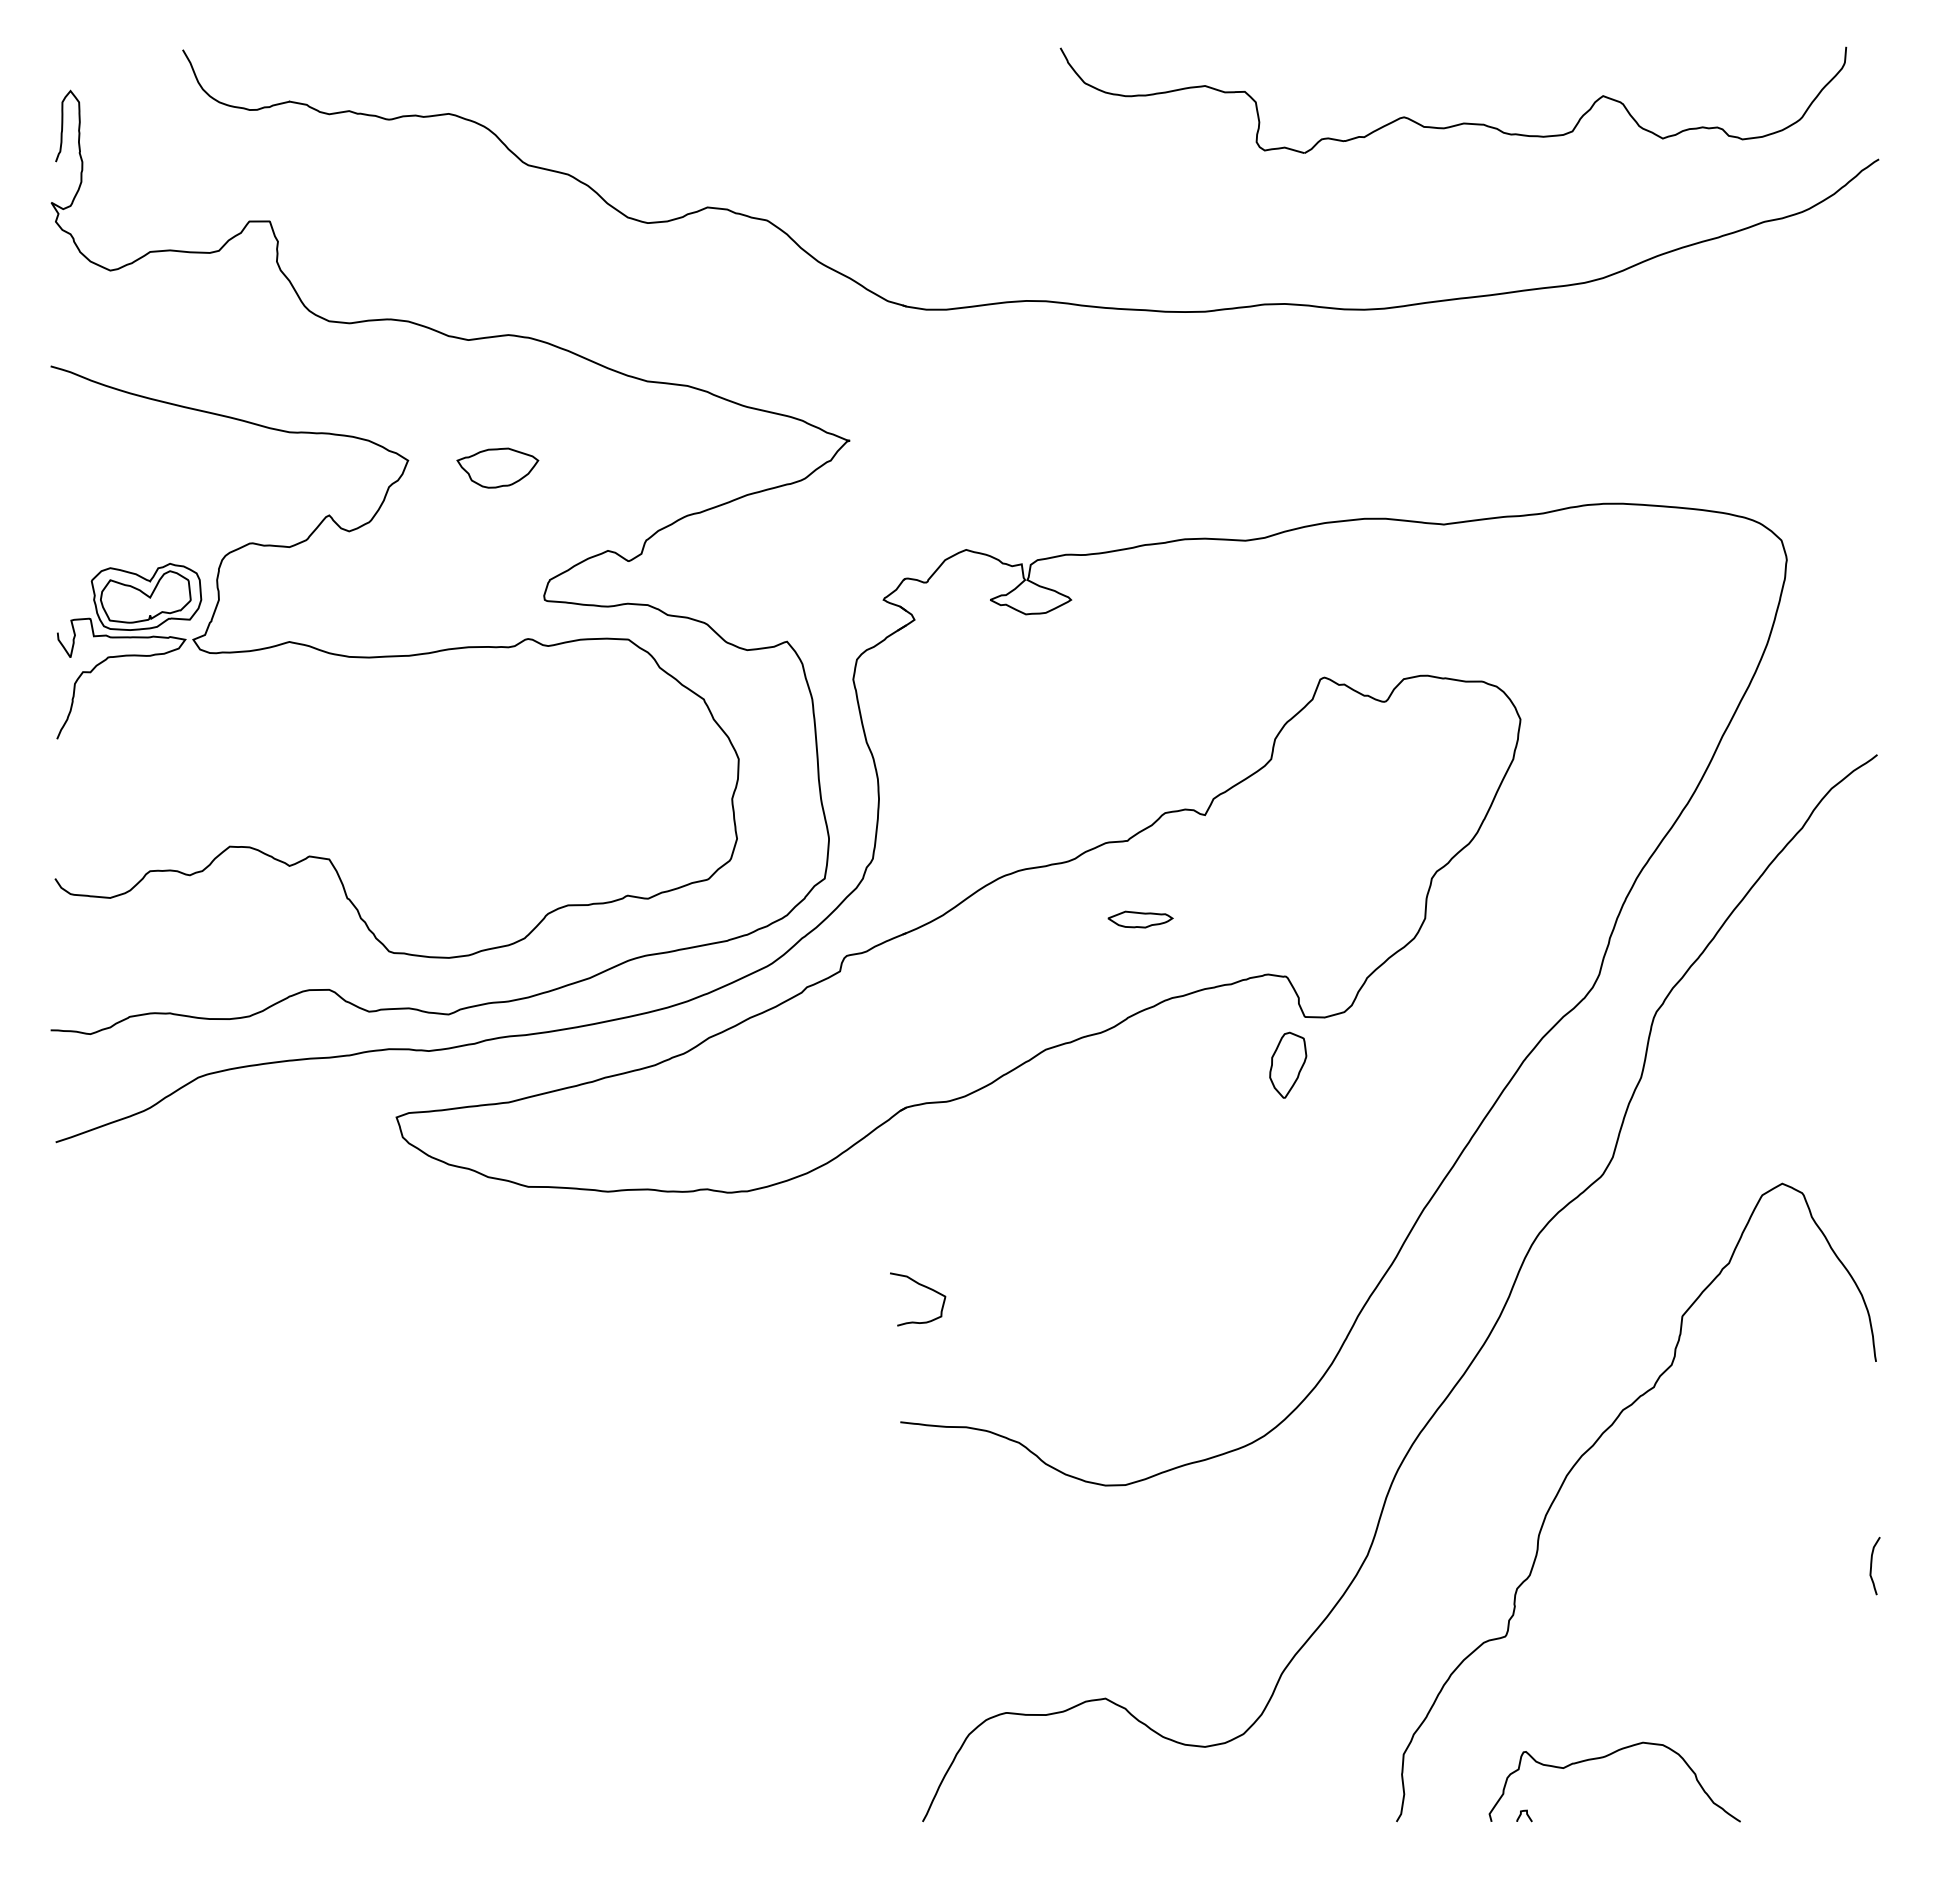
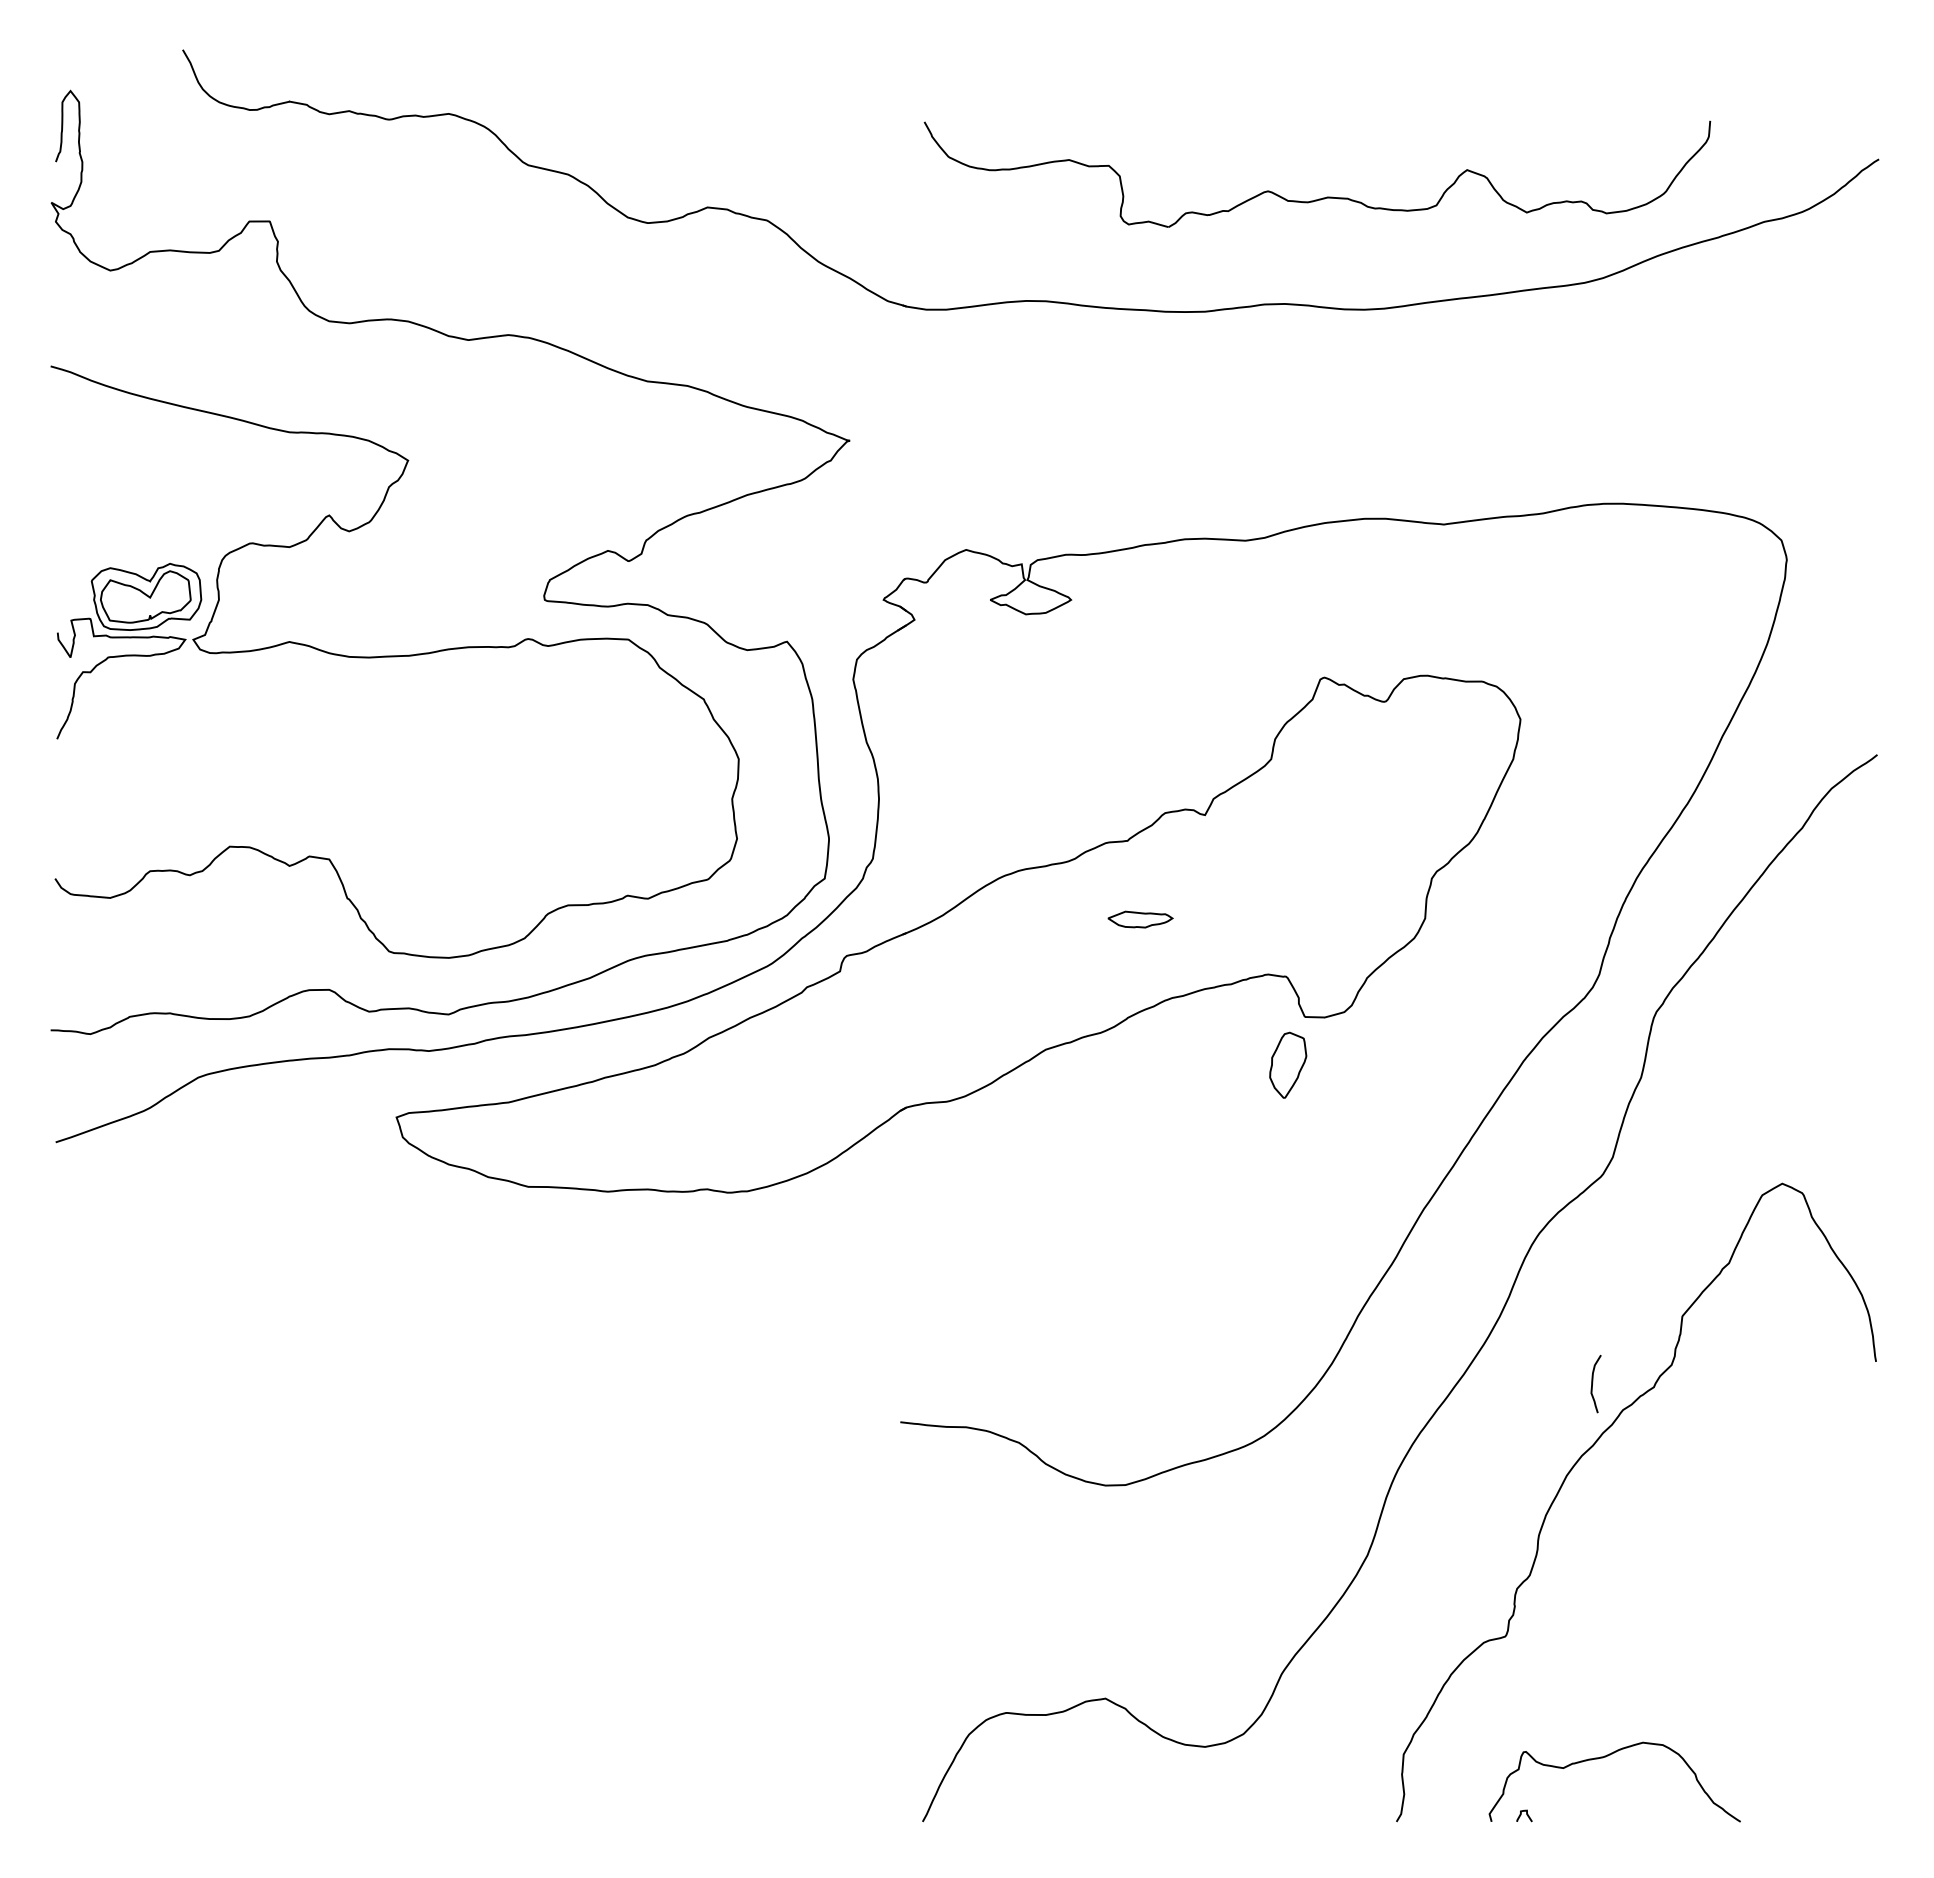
part at (1458, 123) position: (1458, 123) -> (1322, 197)
part at (497, 467): present -> none
curve at (924, 1287): present -> none
curve at (1872, 1564) position: (1872, 1564) -> (1593, 1382)
